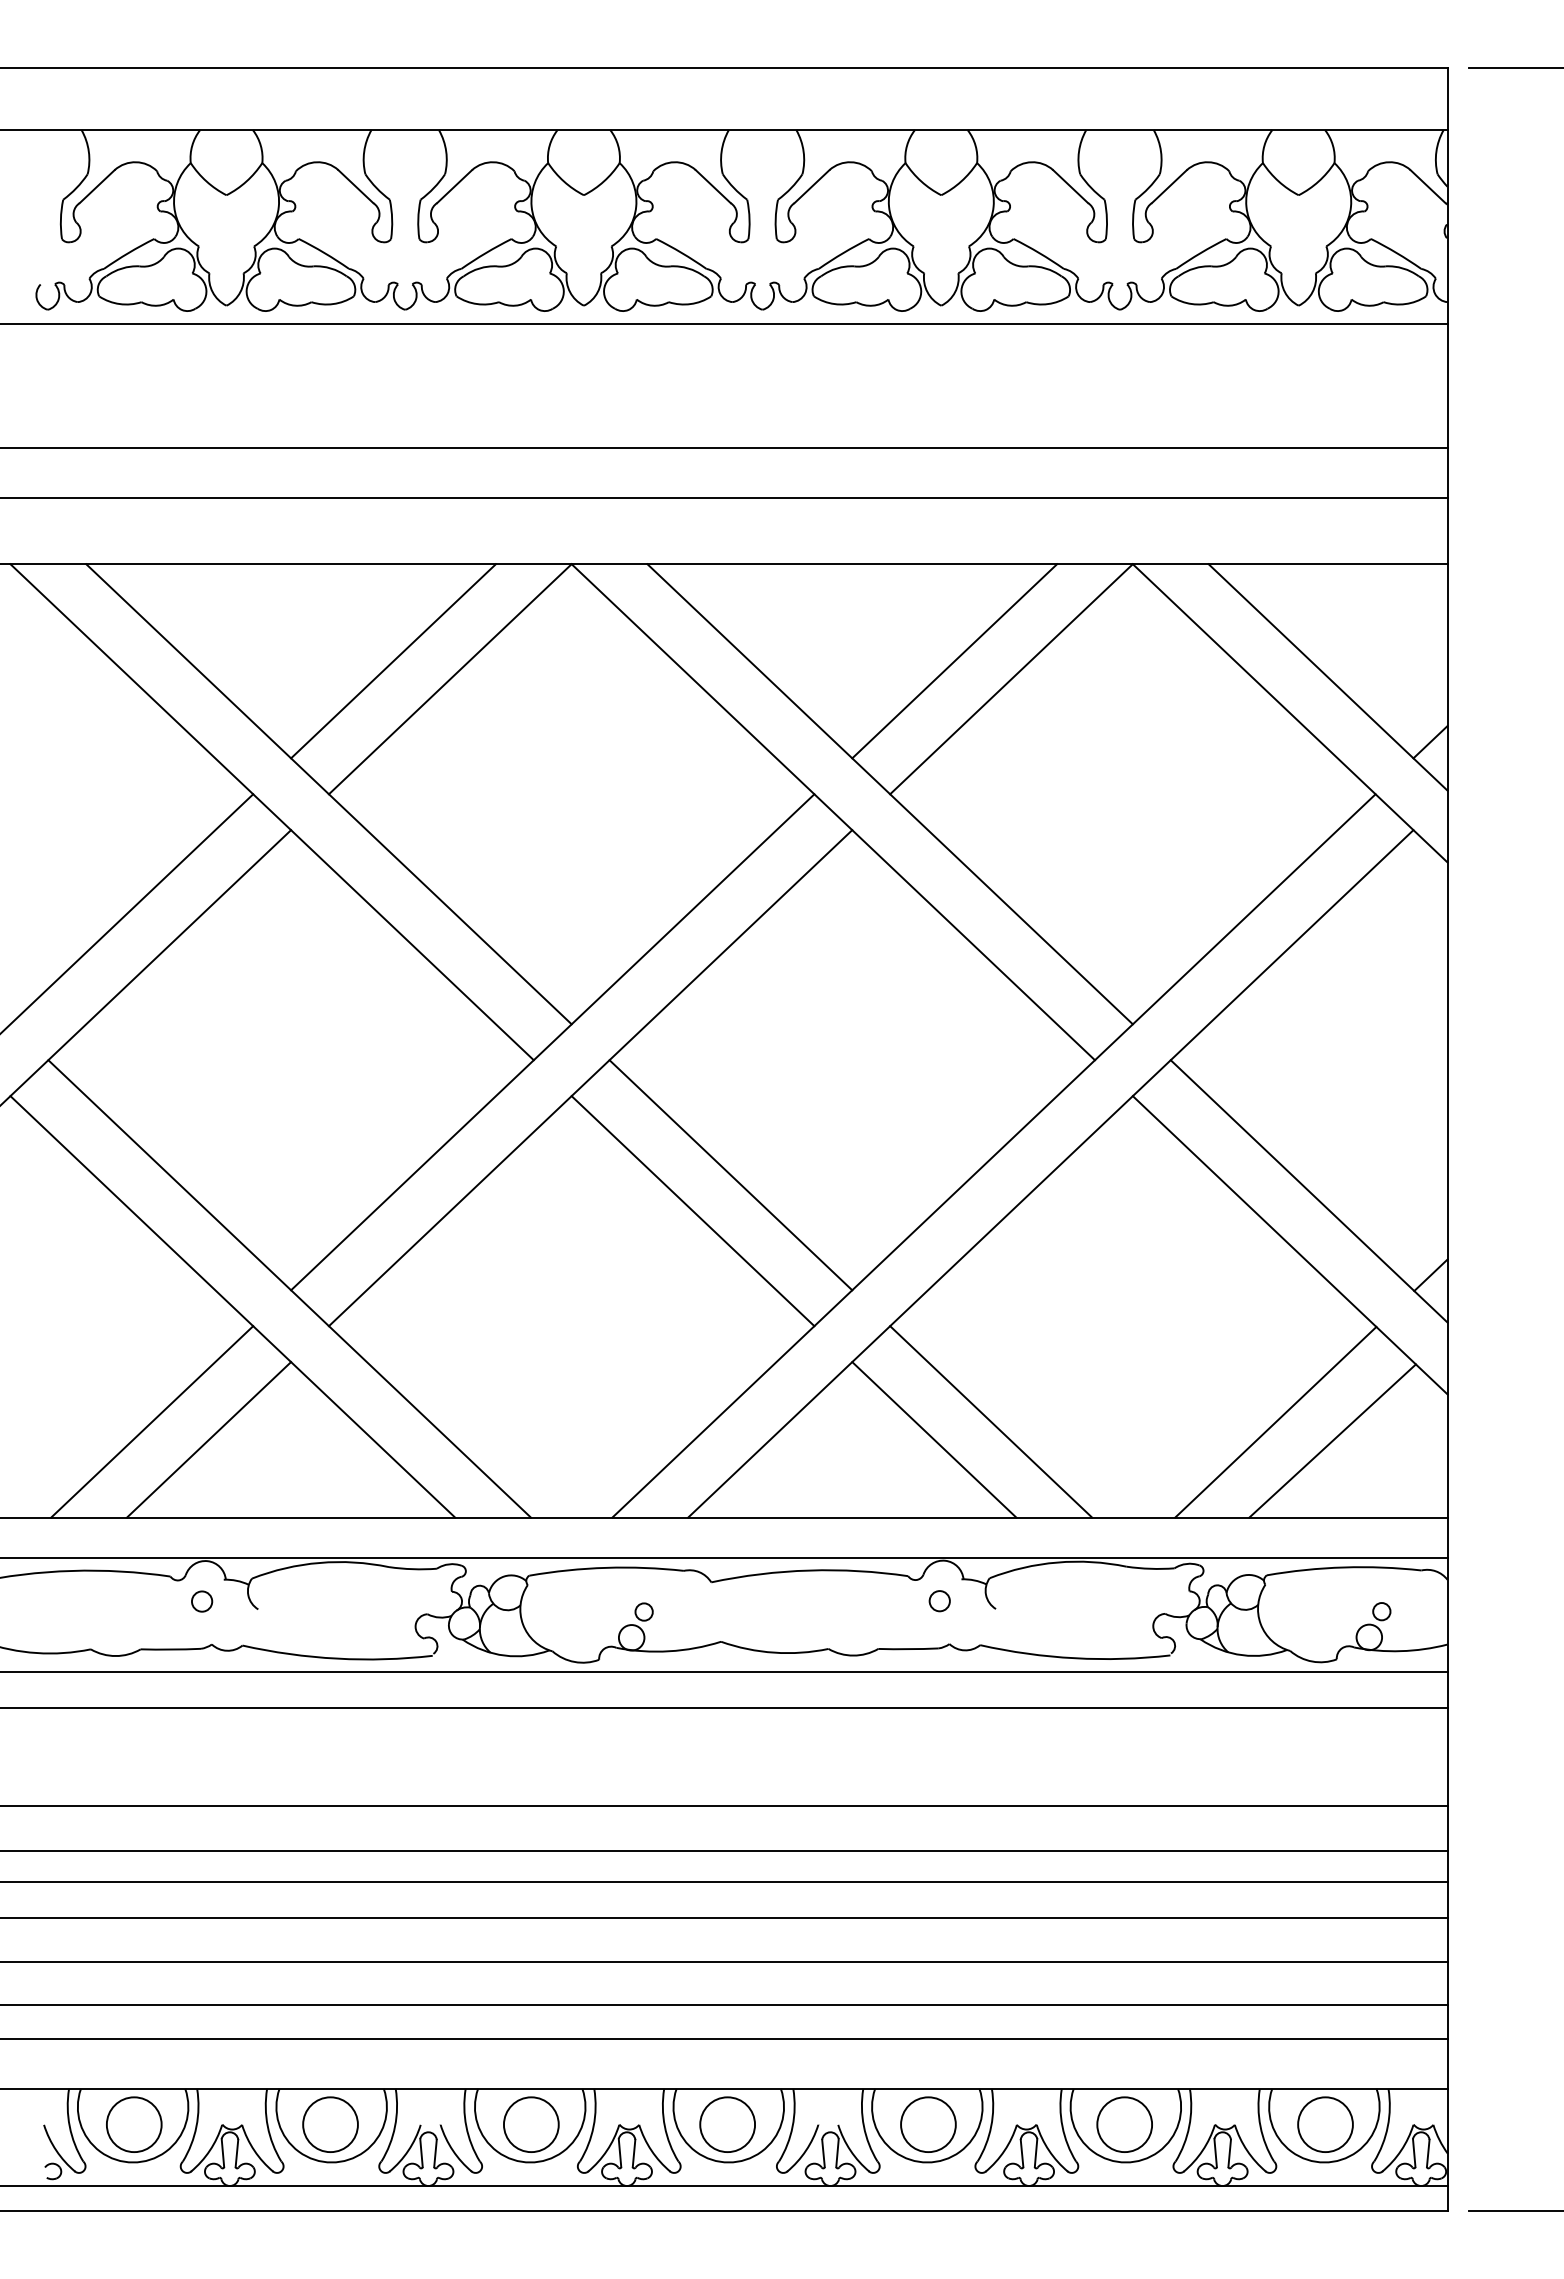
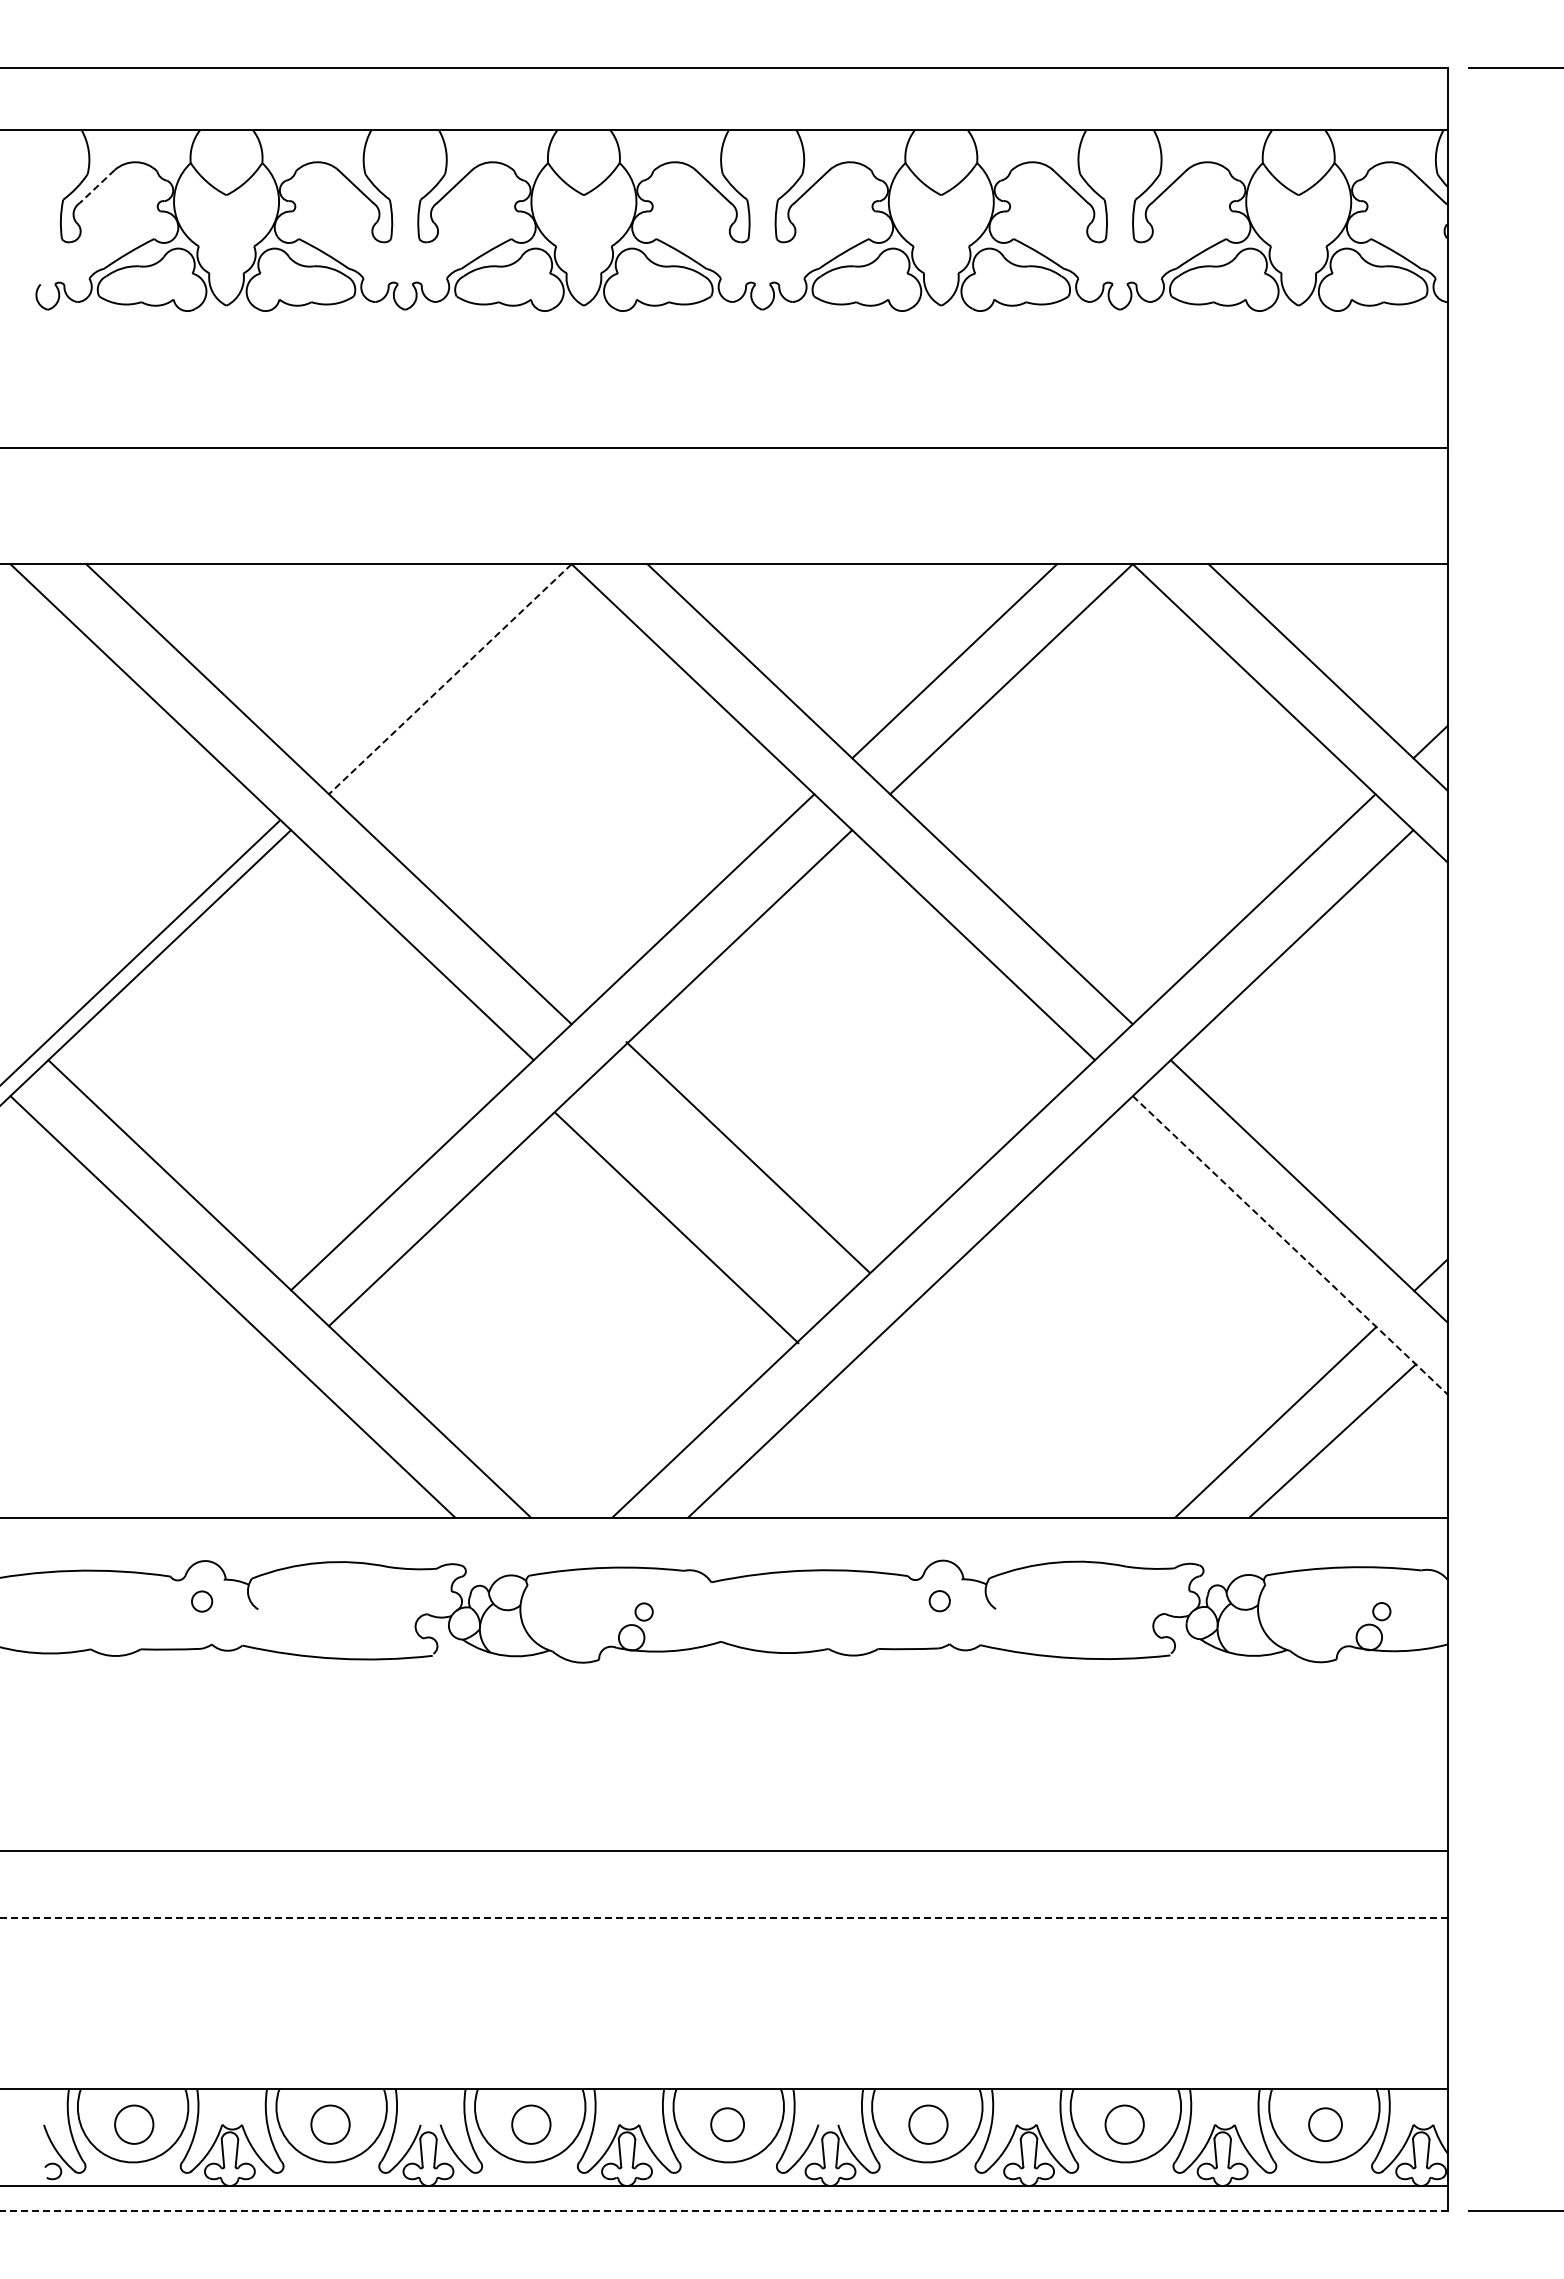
line at (97, 186): solid -> dashed
line at (724, 323): present -> none
line at (724, 497): present -> none
line at (393, 661): present -> none
line at (449, 679): solid -> dashed
line at (127, 913) position: (127, 913) -> (140, 952)
line at (730, 1175) position: (730, 1175) -> (747, 1157)
line at (692, 1211) position: (692, 1211) -> (676, 1228)
line at (1290, 1245): solid -> dashed
line at (152, 1421): present -> none
line at (991, 1421): present -> none
line at (209, 1439): present -> none
line at (934, 1439): present -> none
line at (724, 1558): present -> none
line at (724, 1672): present -> none
line at (724, 1708): present -> none
line at (724, 1806): present -> none
line at (724, 1882): present -> none
line at (724, 1917): solid -> dashed
line at (724, 1961): present -> none
line at (724, 2004): present -> none
line at (724, 2039): present -> none
circle at (133, 2124) diameter: 55 px -> 38 px
circle at (330, 2124) diameter: 55 px -> 38 px
circle at (530, 2124) diameter: 55 px -> 38 px
circle at (727, 2124) diameter: 55 px -> 33 px
circle at (928, 2124) diameter: 55 px -> 38 px
circle at (1124, 2124) diameter: 55 px -> 38 px
circle at (1325, 2124) diameter: 55 px -> 33 px
line at (723, 2210): solid -> dashed
